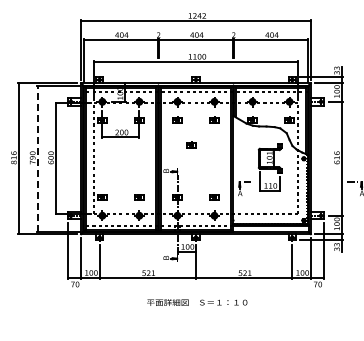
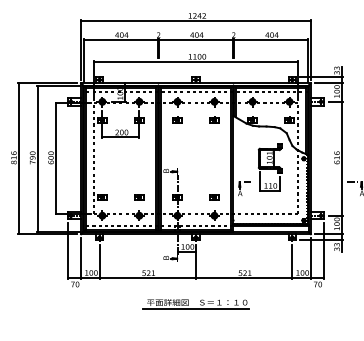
part at (191, 144): present -> none
line at (37, 158): dashed -> solid
line at (195, 308): none -> present
